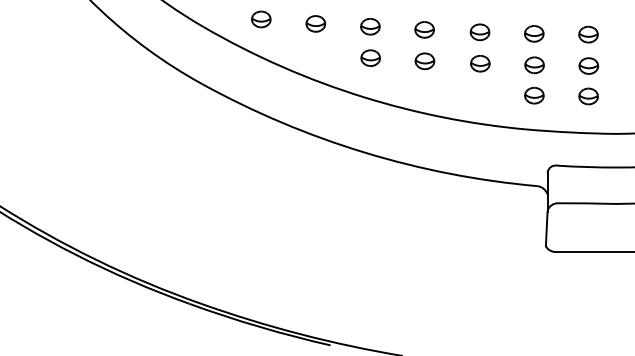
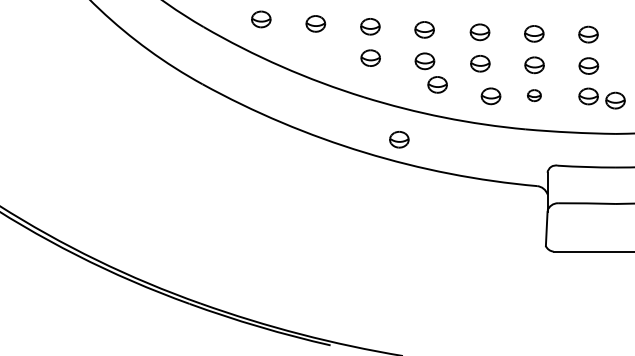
part at (437, 84): none -> present
part at (534, 95) size: 21x19 px -> 15x14 px
part at (490, 96): none -> present
part at (615, 100): none -> present
part at (399, 139): none -> present
